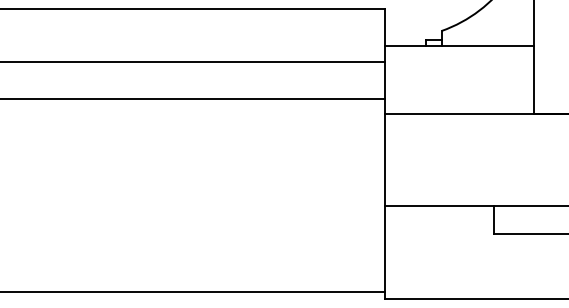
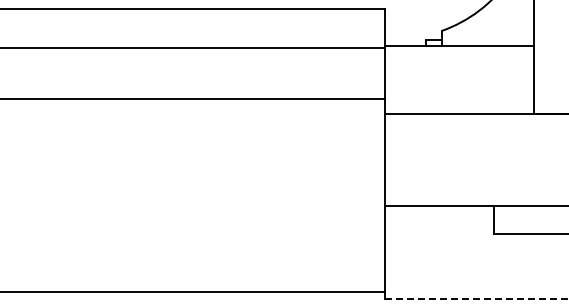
line at (193, 61) position: (193, 61) -> (193, 47)
line at (476, 298): solid -> dashed
